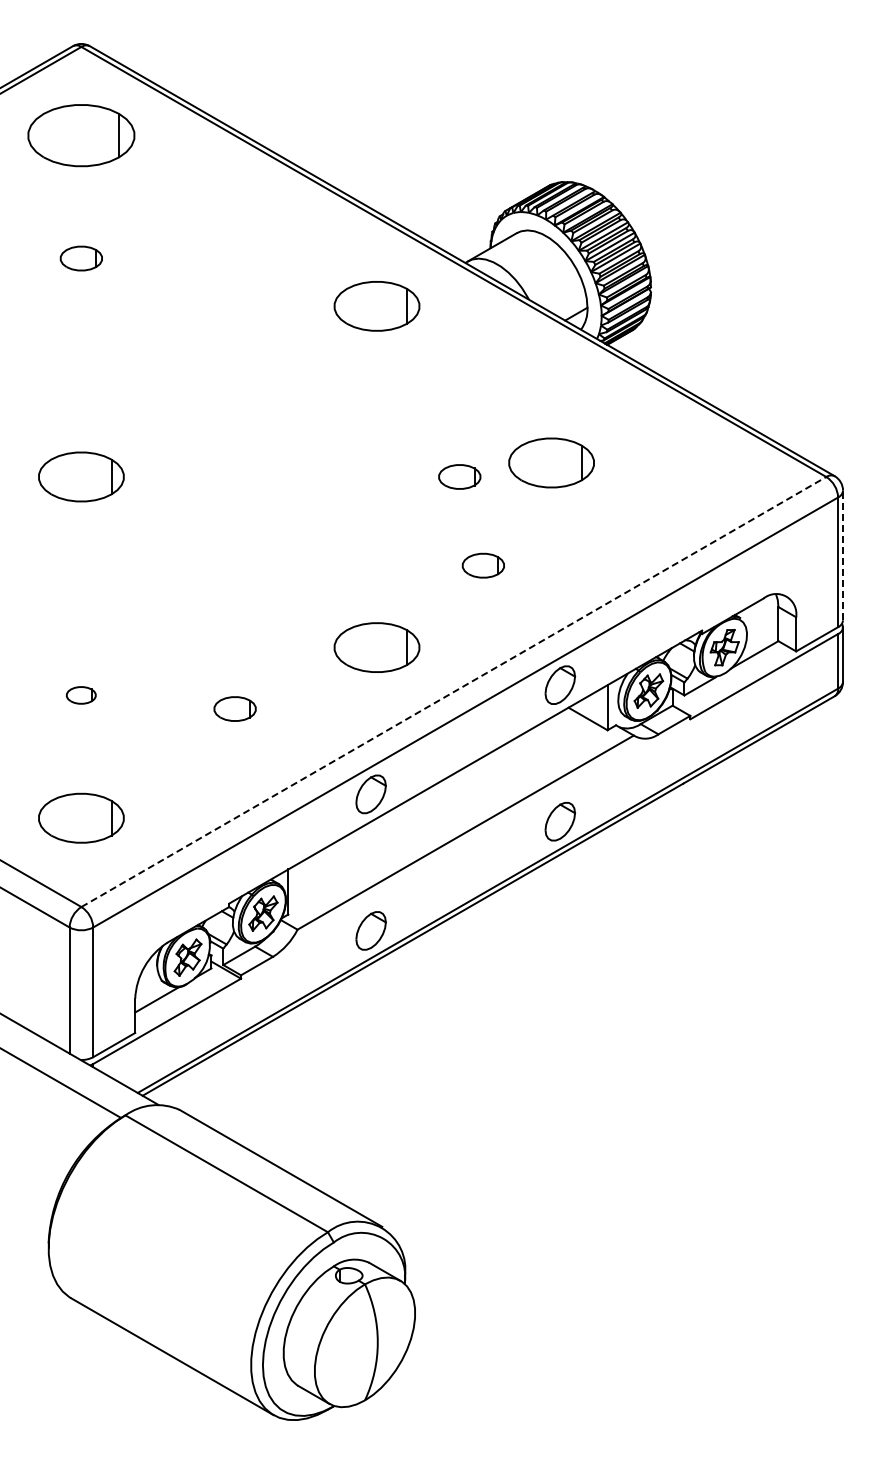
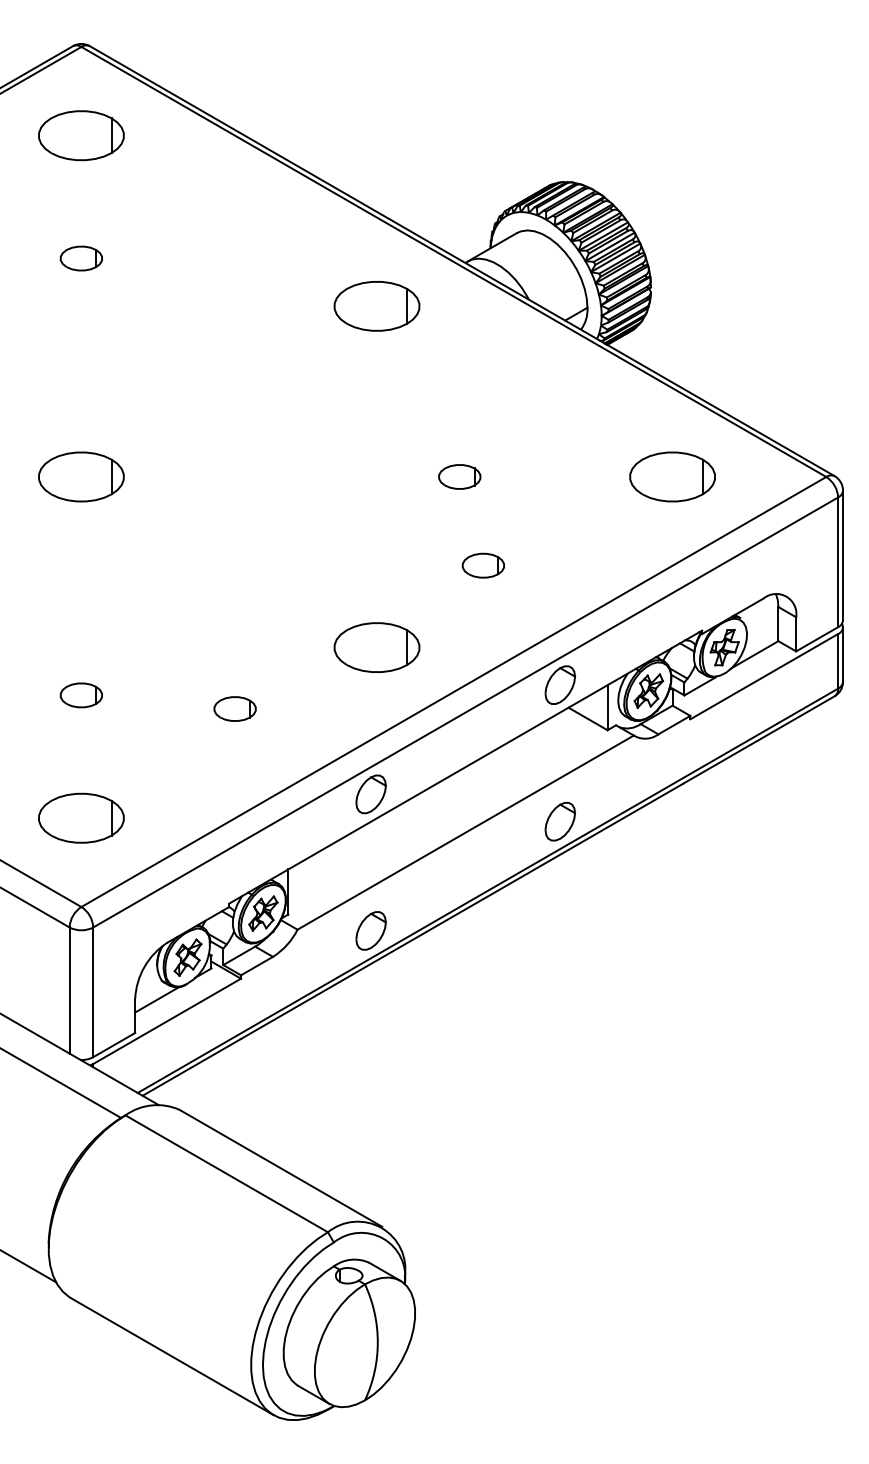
part at (81, 135) size: 109x64 px -> 87x52 px
part at (551, 462) position: (551, 462) -> (672, 476)
line at (843, 555): dashed -> solid
line at (454, 691): dashed -> solid
part at (81, 695) size: 31x19 px -> 44x27 px
line at (29, 1266): none -> present
